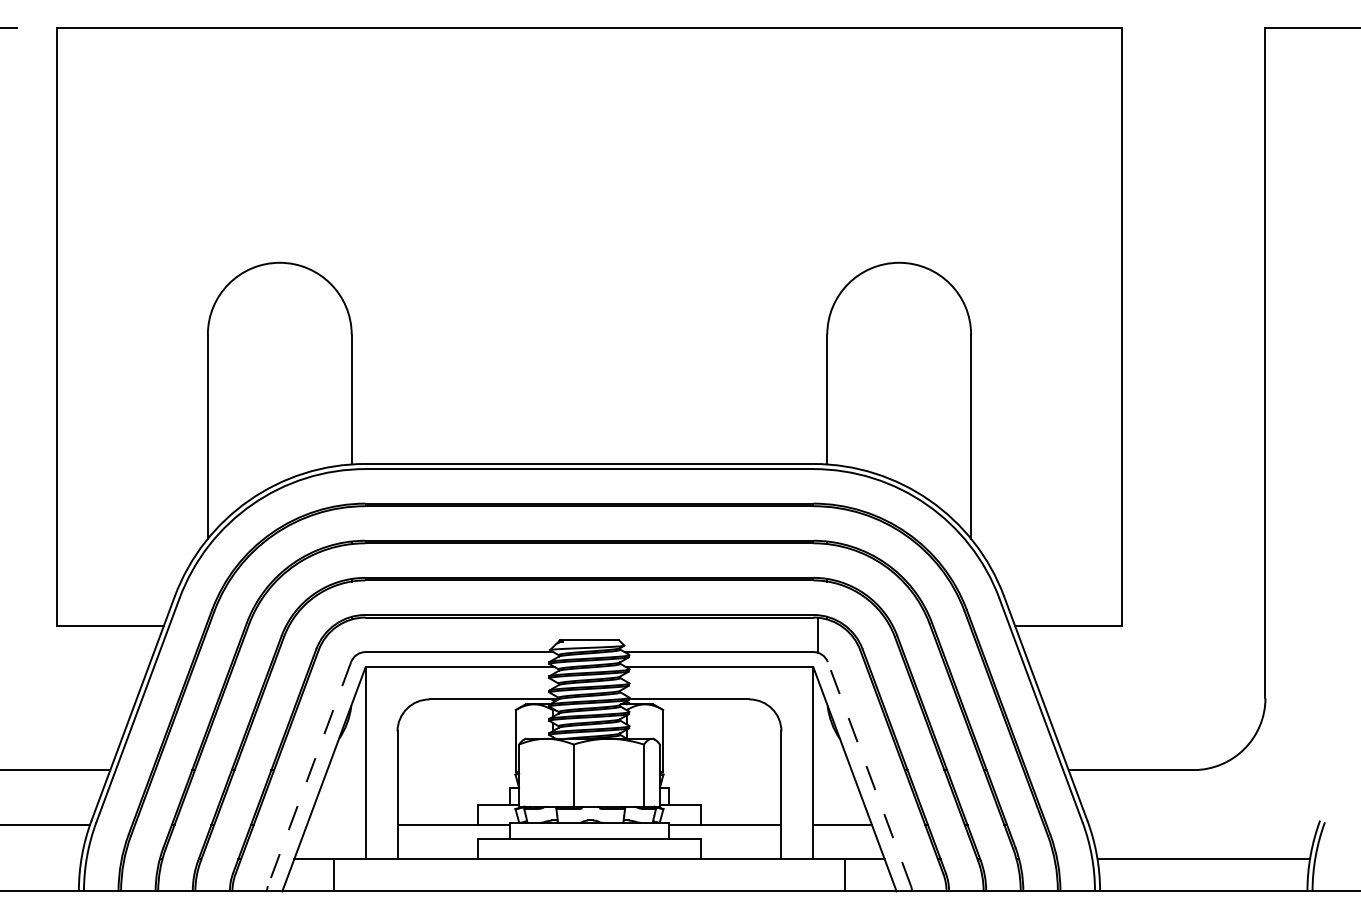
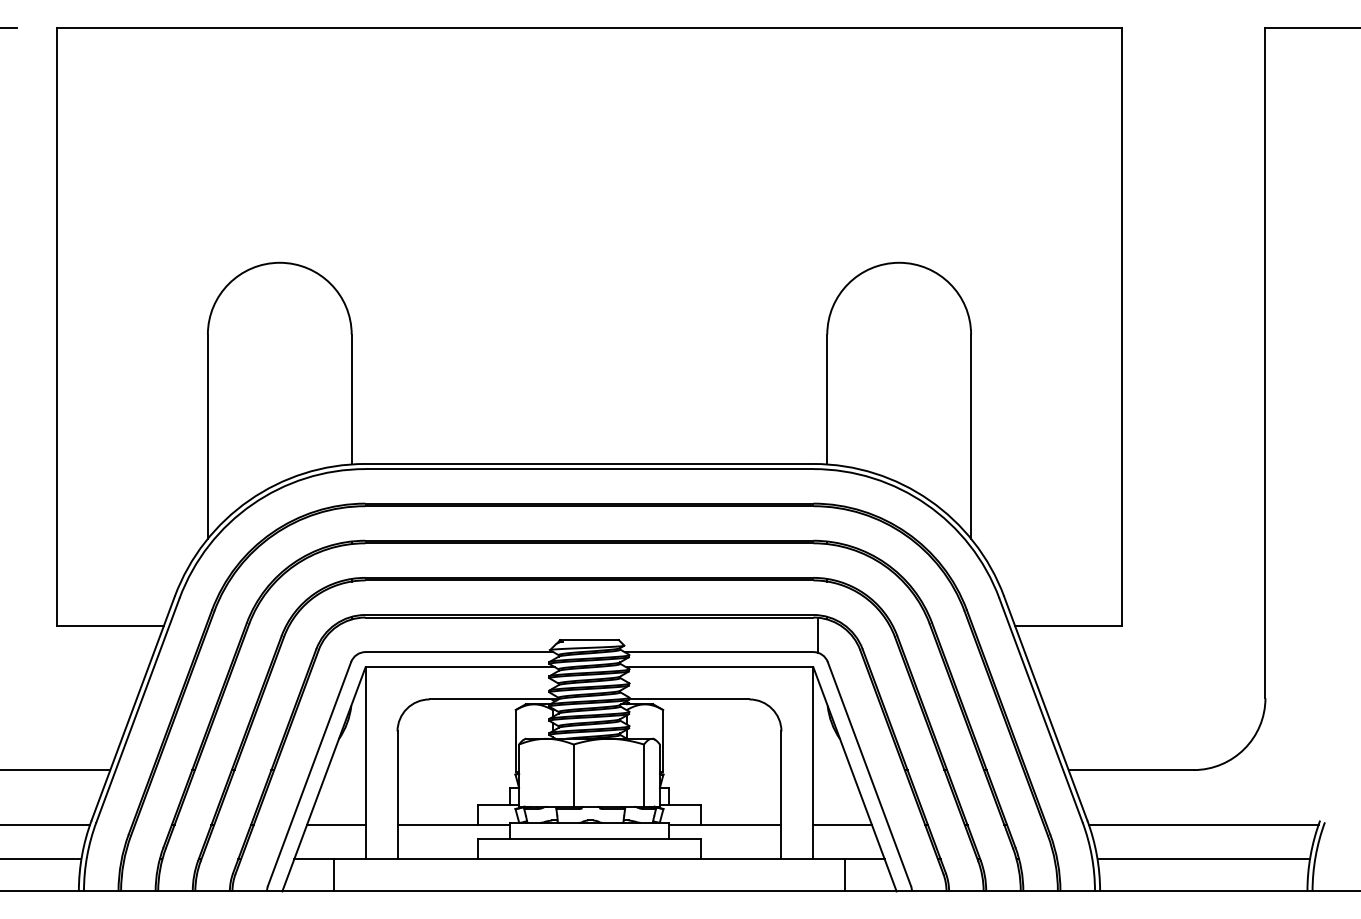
line at (869, 773): dashed -> solid
line at (309, 774): dashed -> solid
line at (336, 824): none -> present
line at (1203, 824): none -> present
line at (41, 859): none -> present
